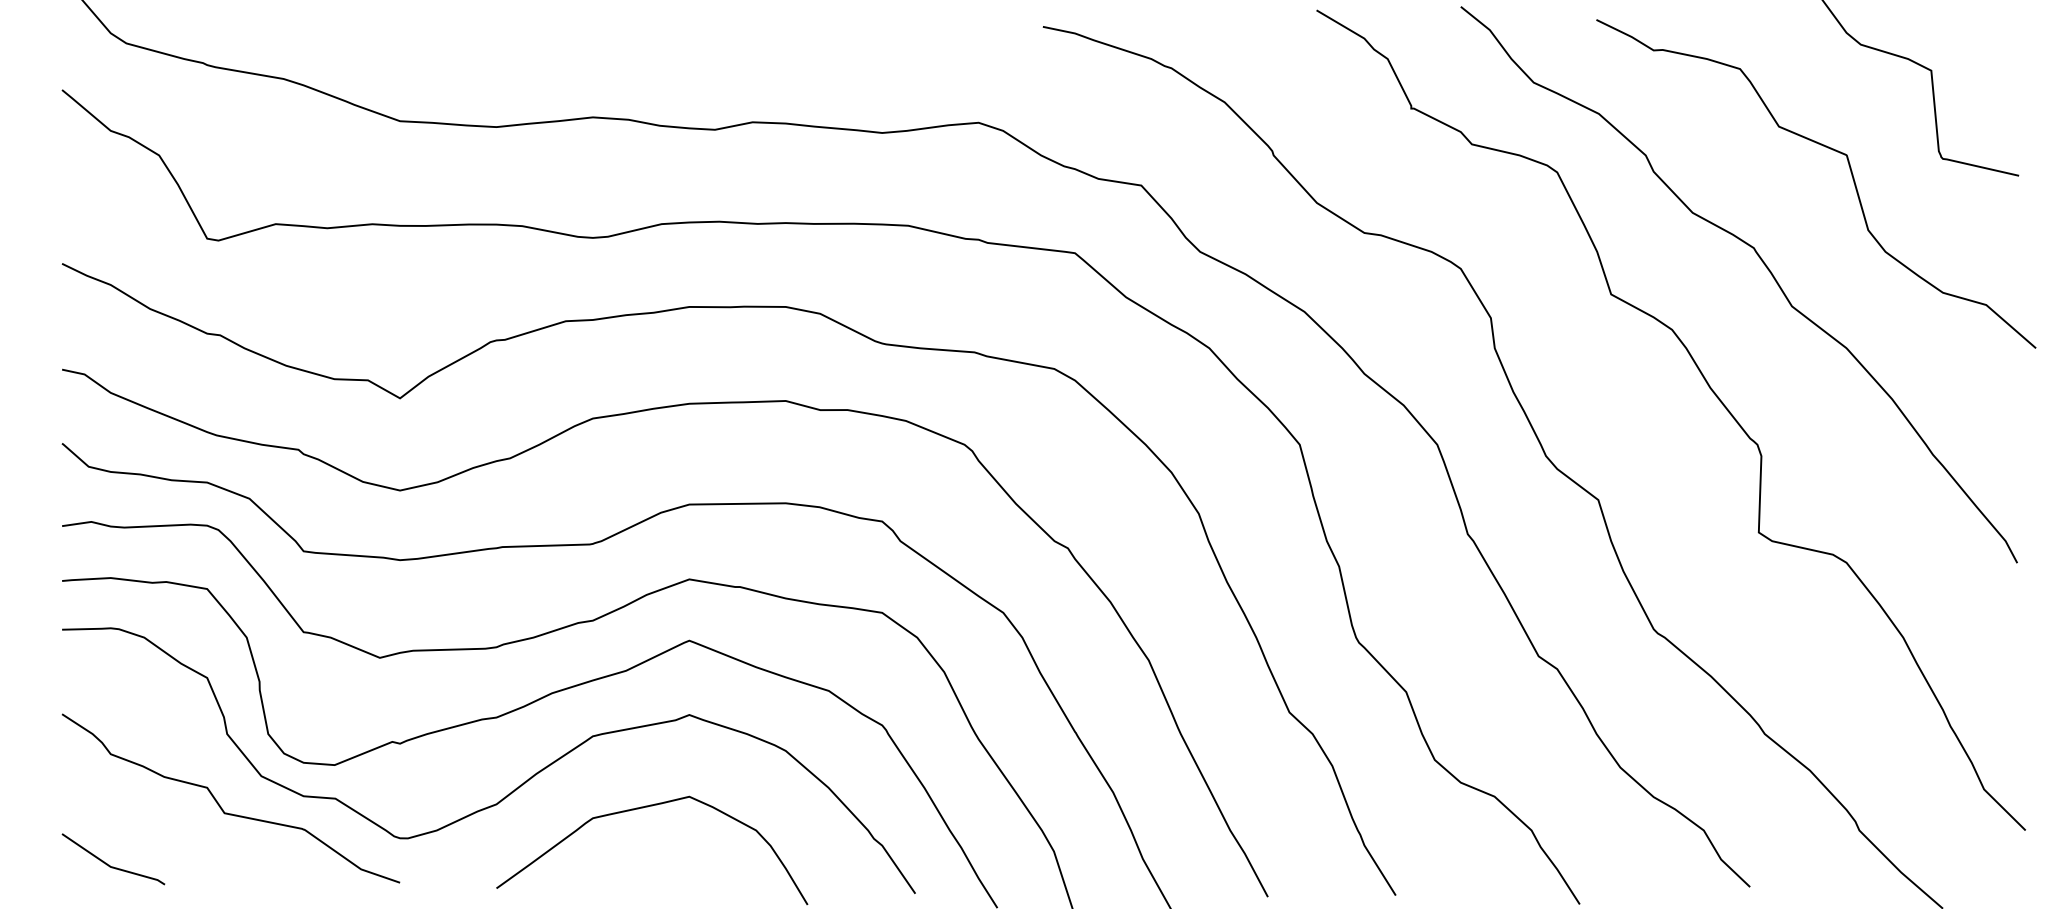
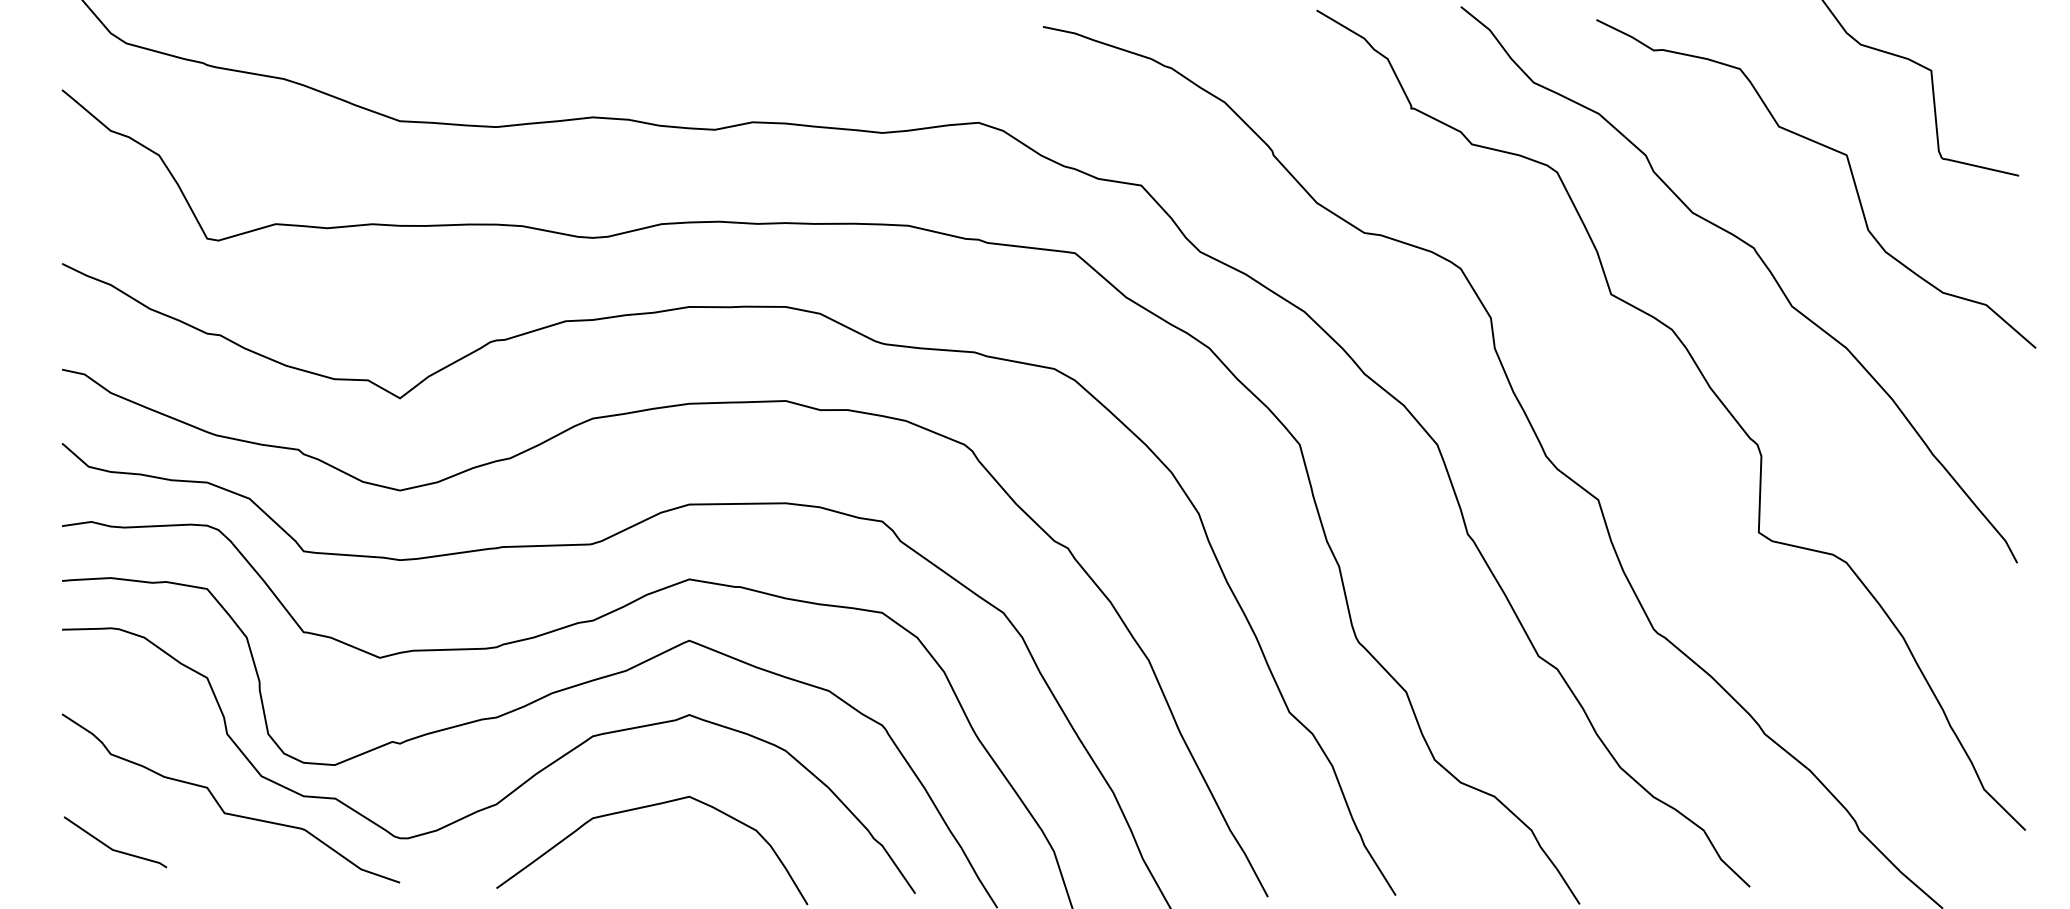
line at (109, 864) position: (109, 864) -> (111, 847)
